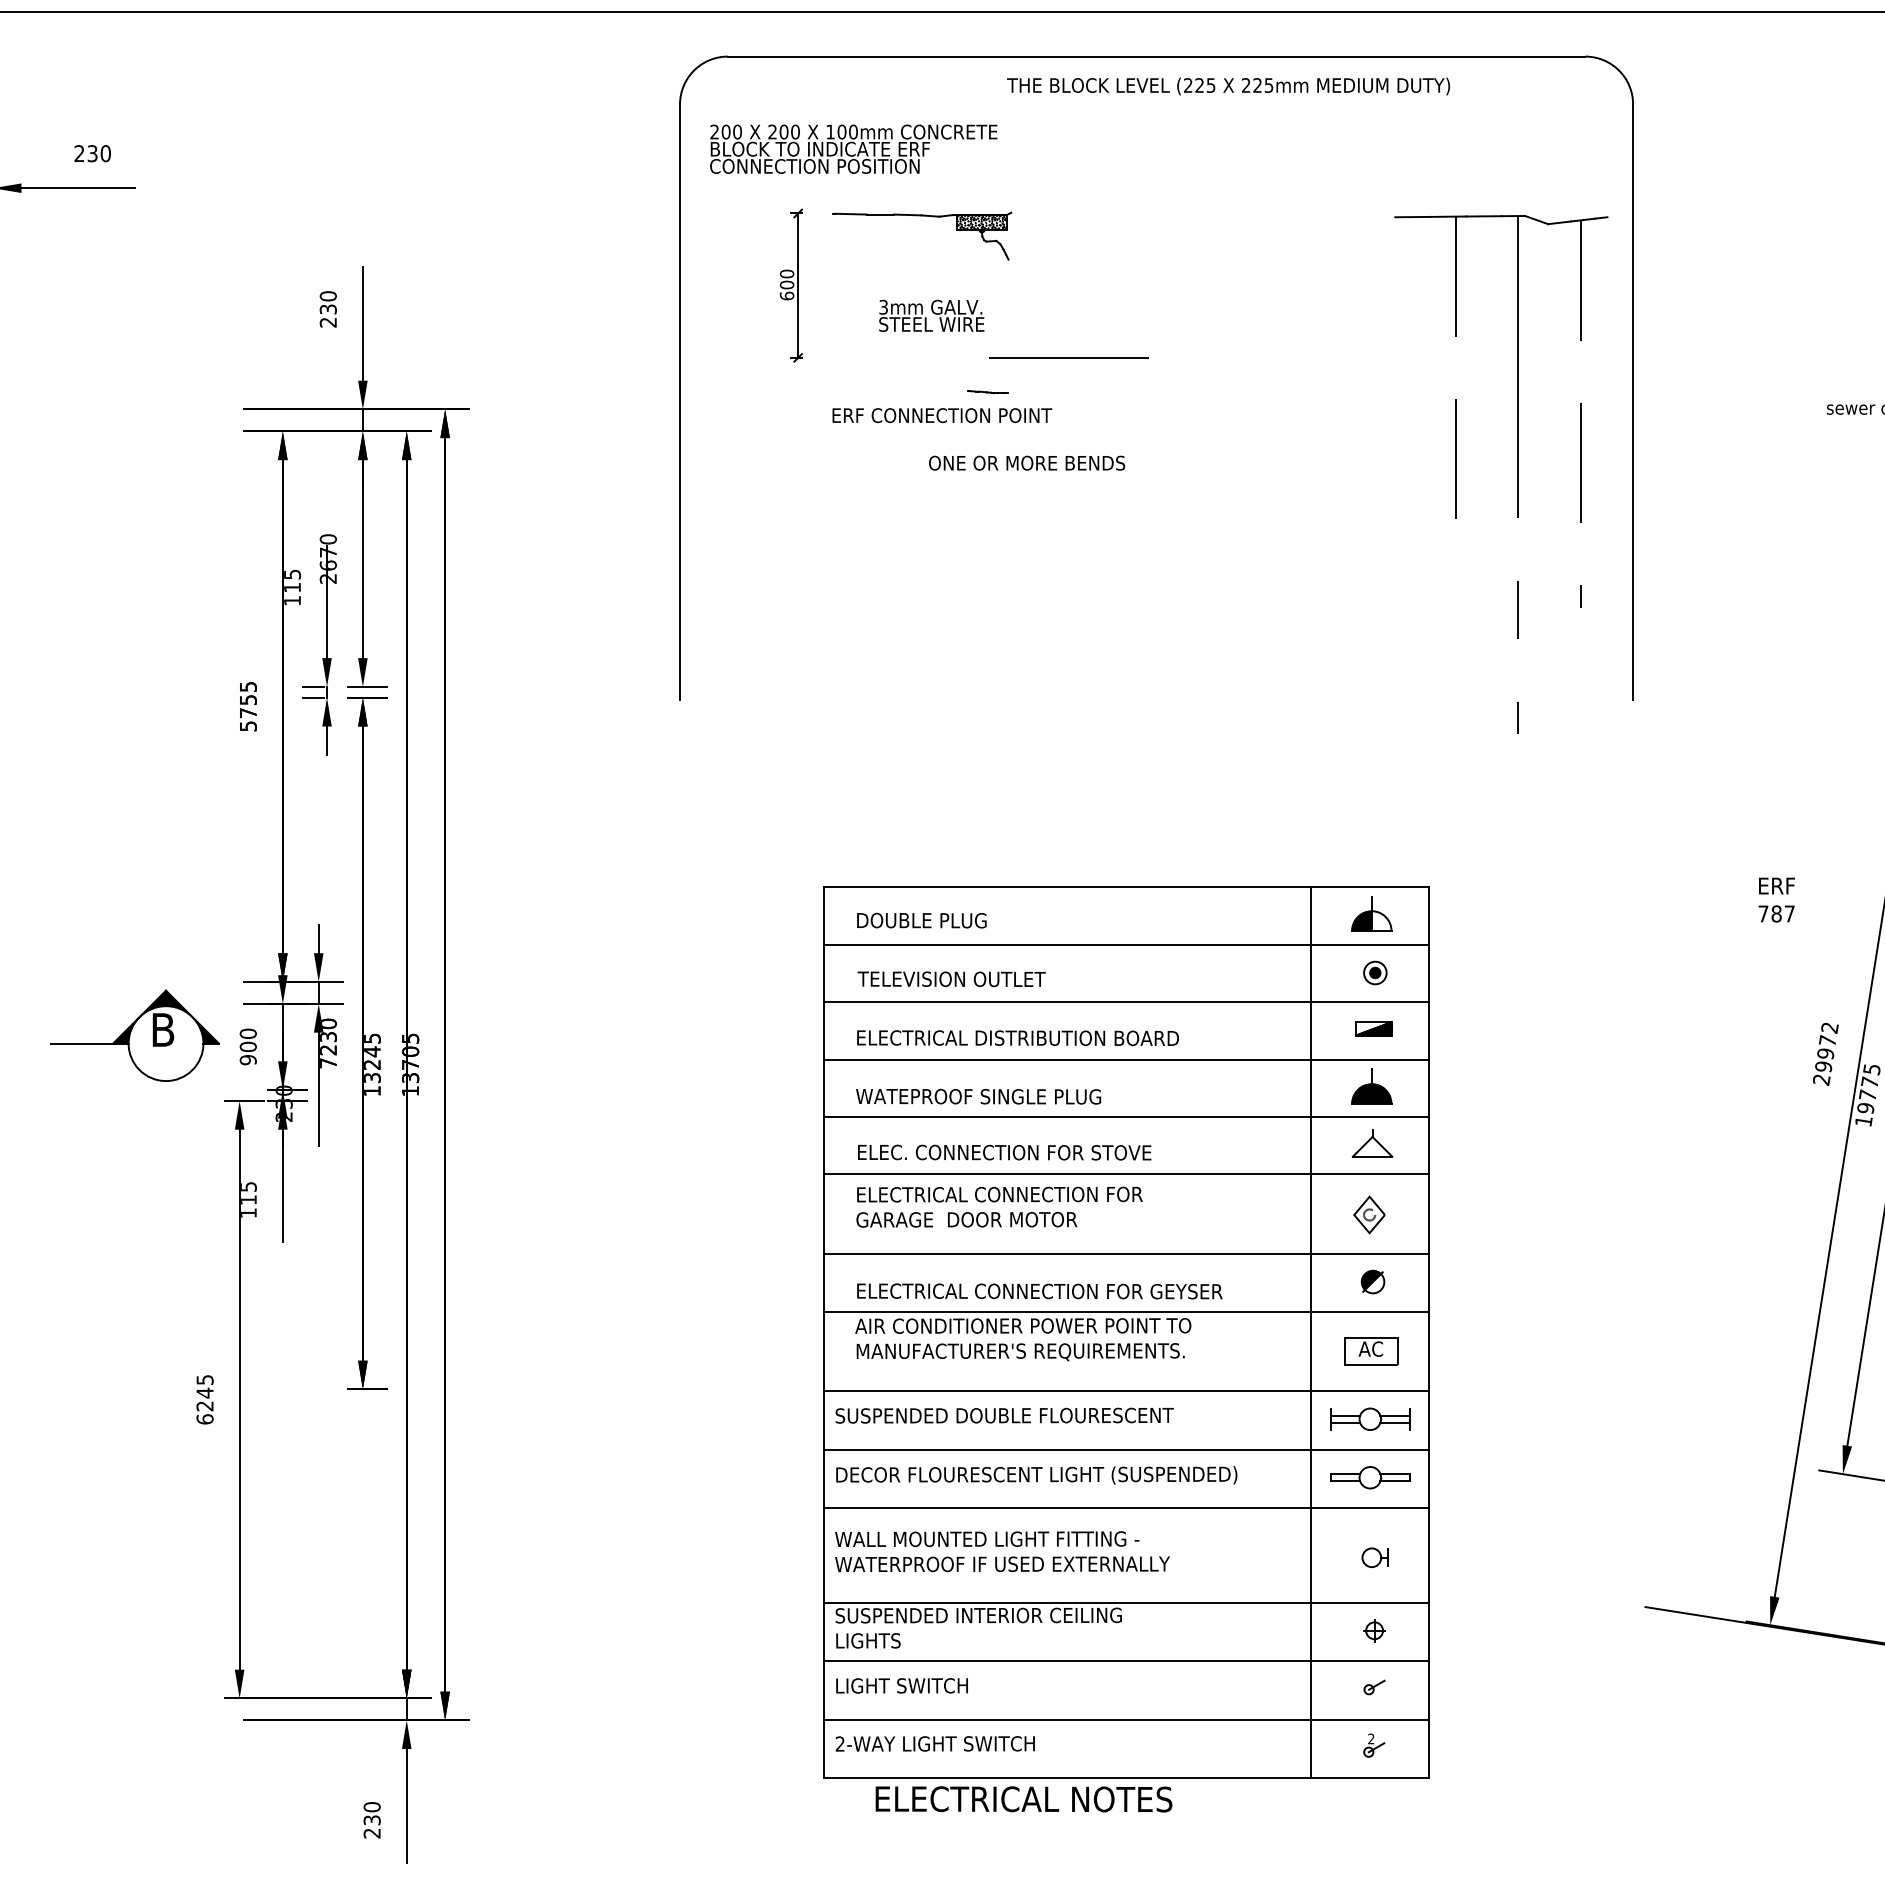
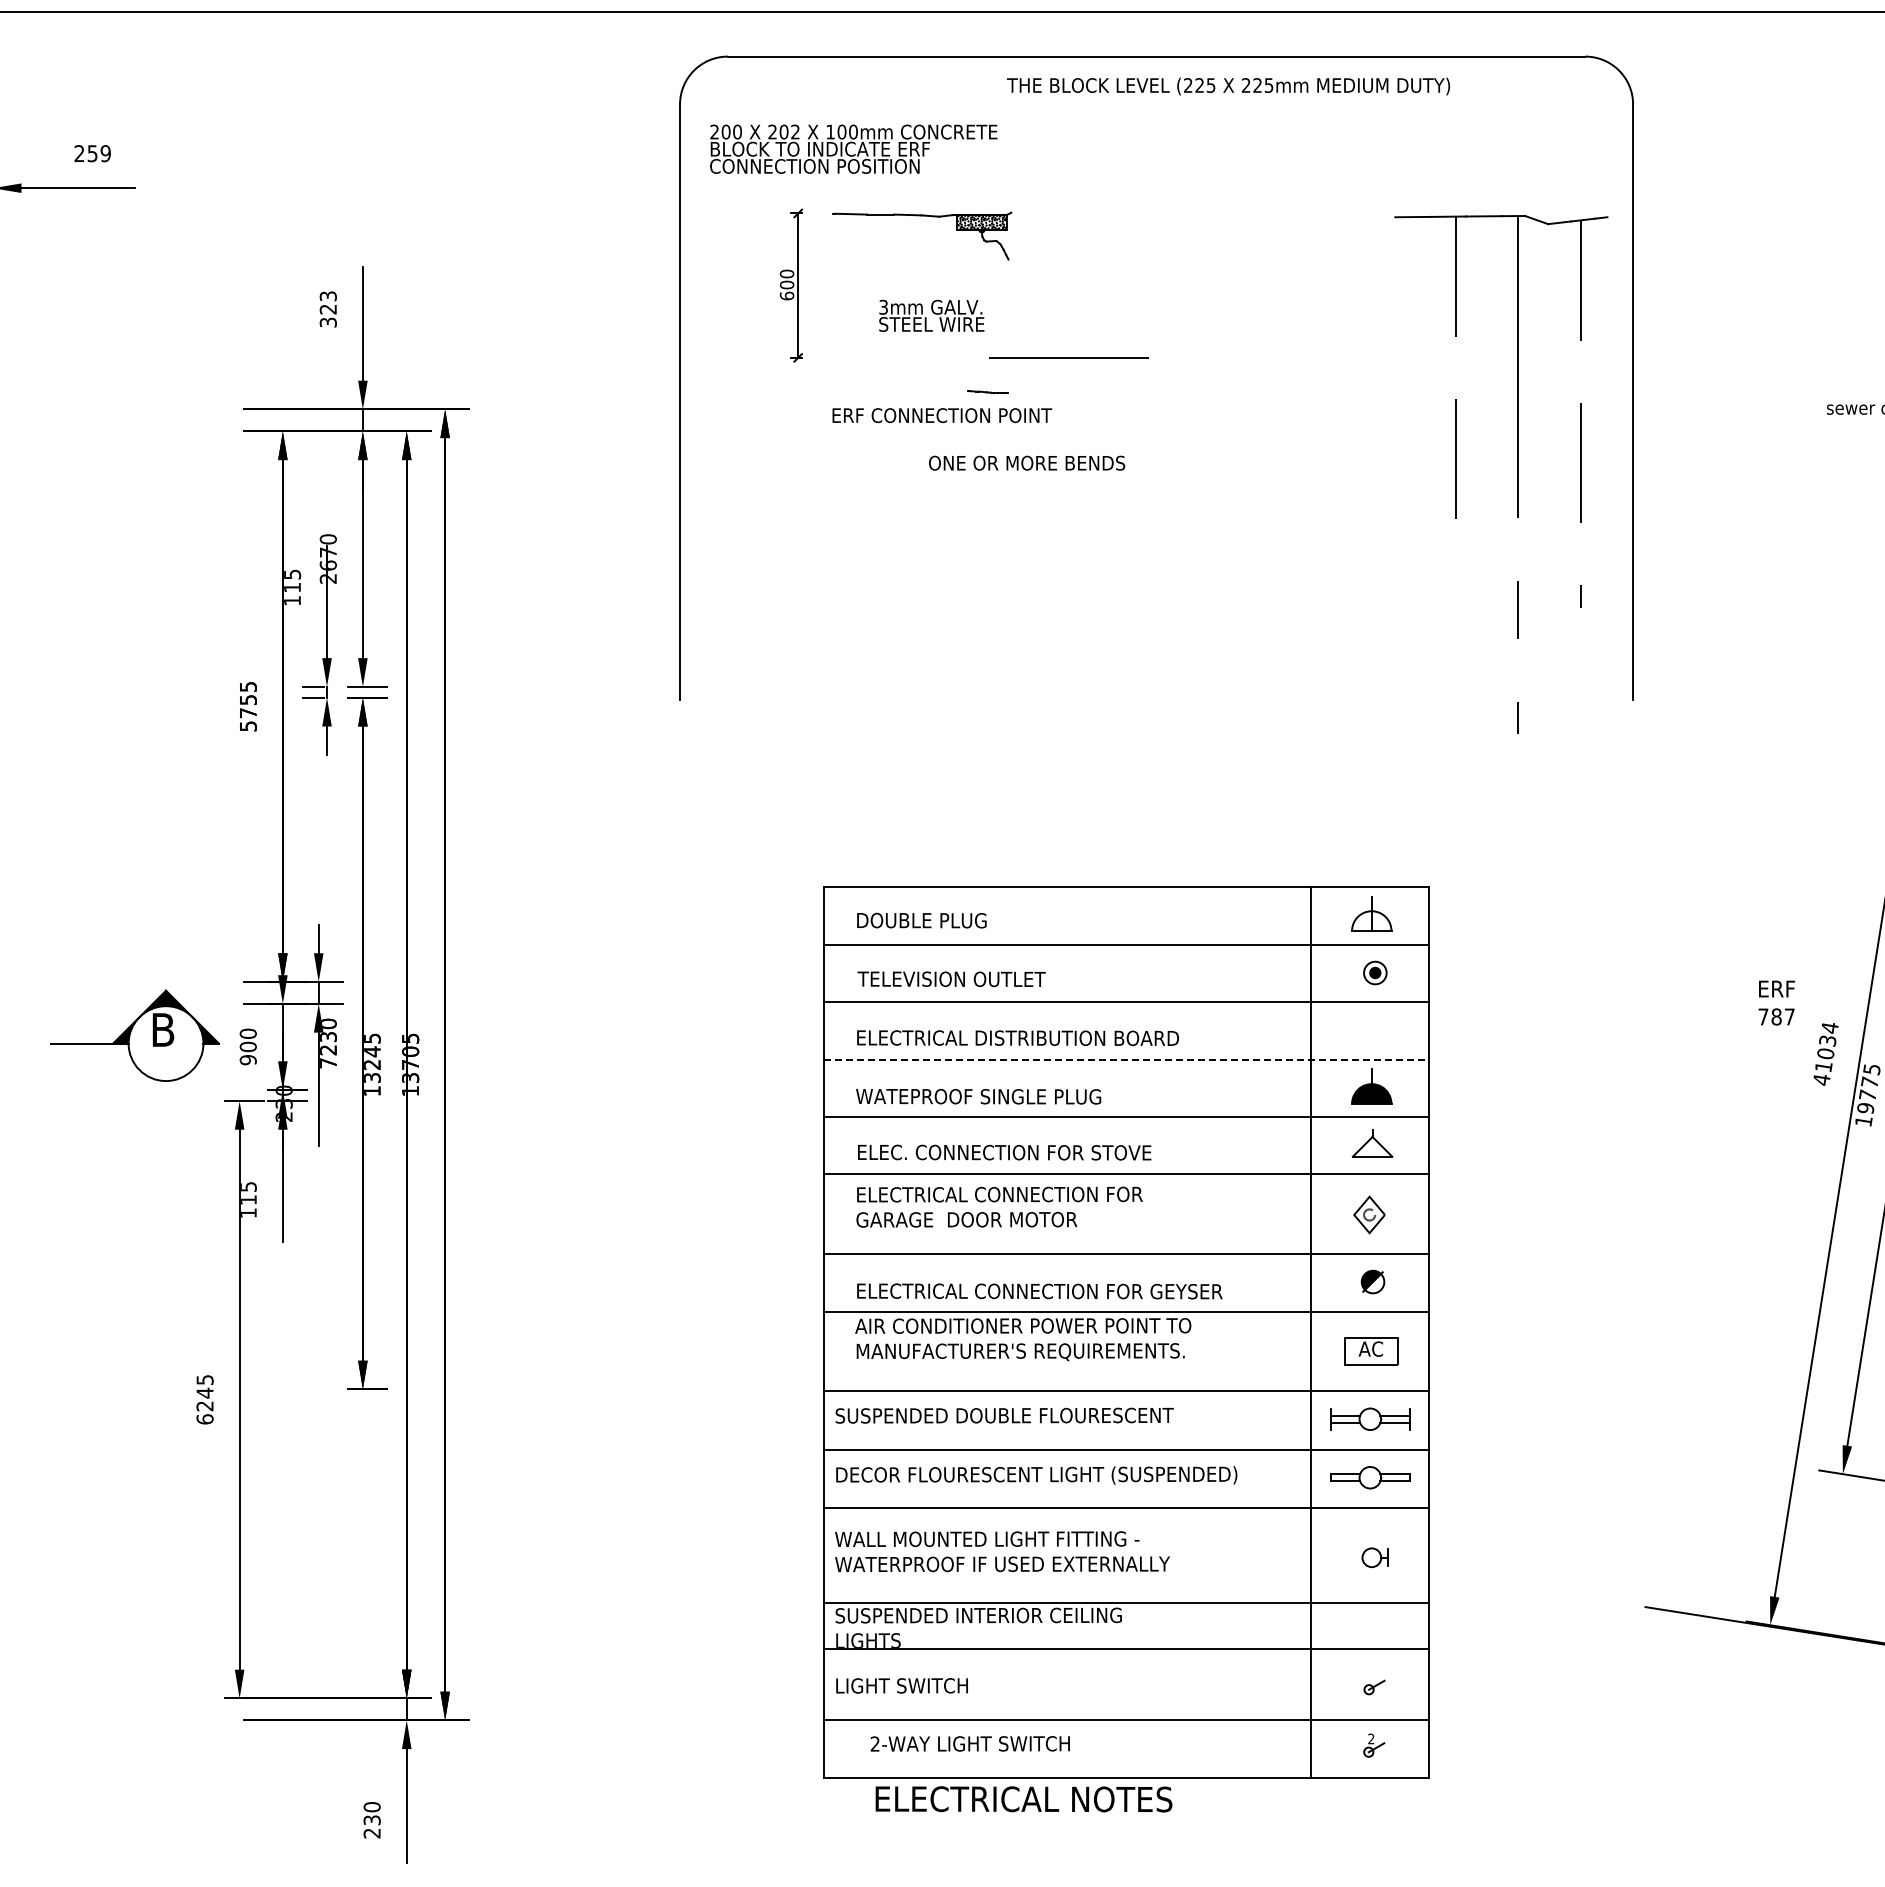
text at (795, 131): 200 -> 202
text at (99, 153): 230 -> 259
text at (327, 309): 230 -> 323
text at (1776, 899) position: (1776, 899) -> (1776, 1002)
fill at (1361, 920): present -> none
part at (1373, 1028): present -> none
text at (1825, 1053): 29972 -> 41034
line at (1126, 1059): solid -> dashed
part at (1374, 1630): present -> none
line at (1126, 1661) position: (1126, 1661) -> (1126, 1649)
text at (934, 1743) position: (934, 1743) -> (969, 1743)
